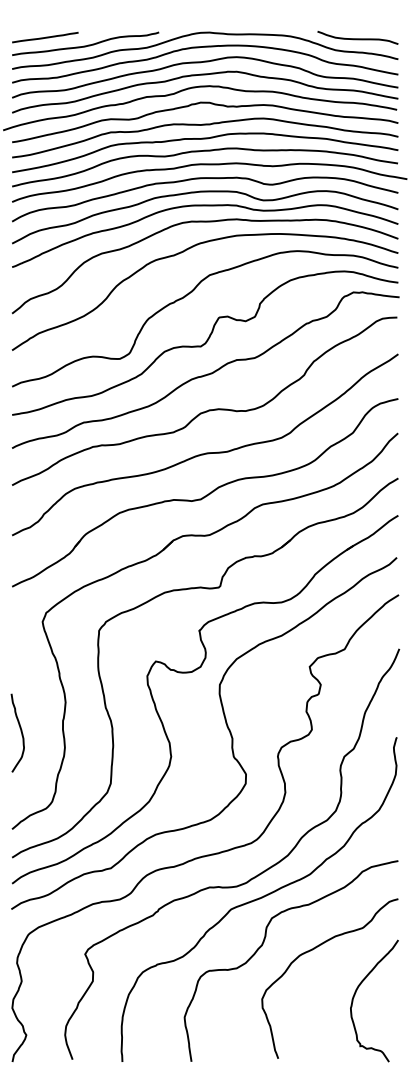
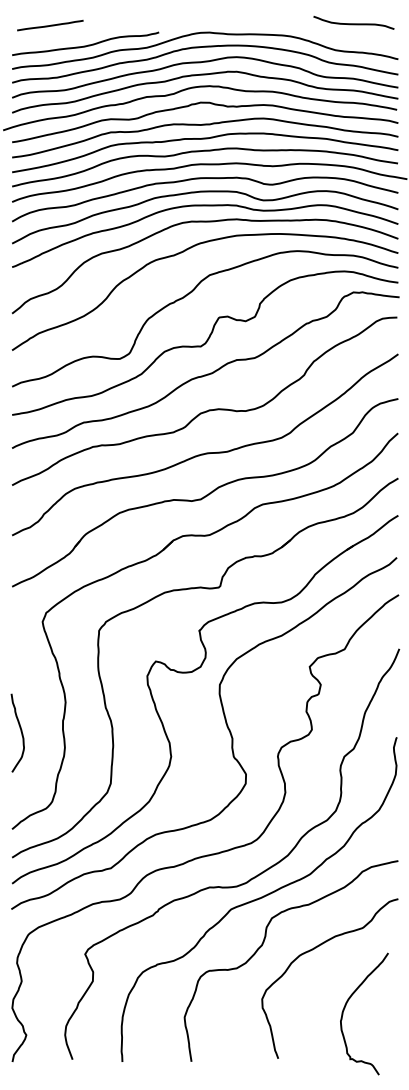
line at (45, 37) position: (45, 37) -> (50, 25)
curve at (357, 38) position: (357, 38) -> (353, 23)
curve at (355, 995) position: (355, 995) -> (345, 1008)
